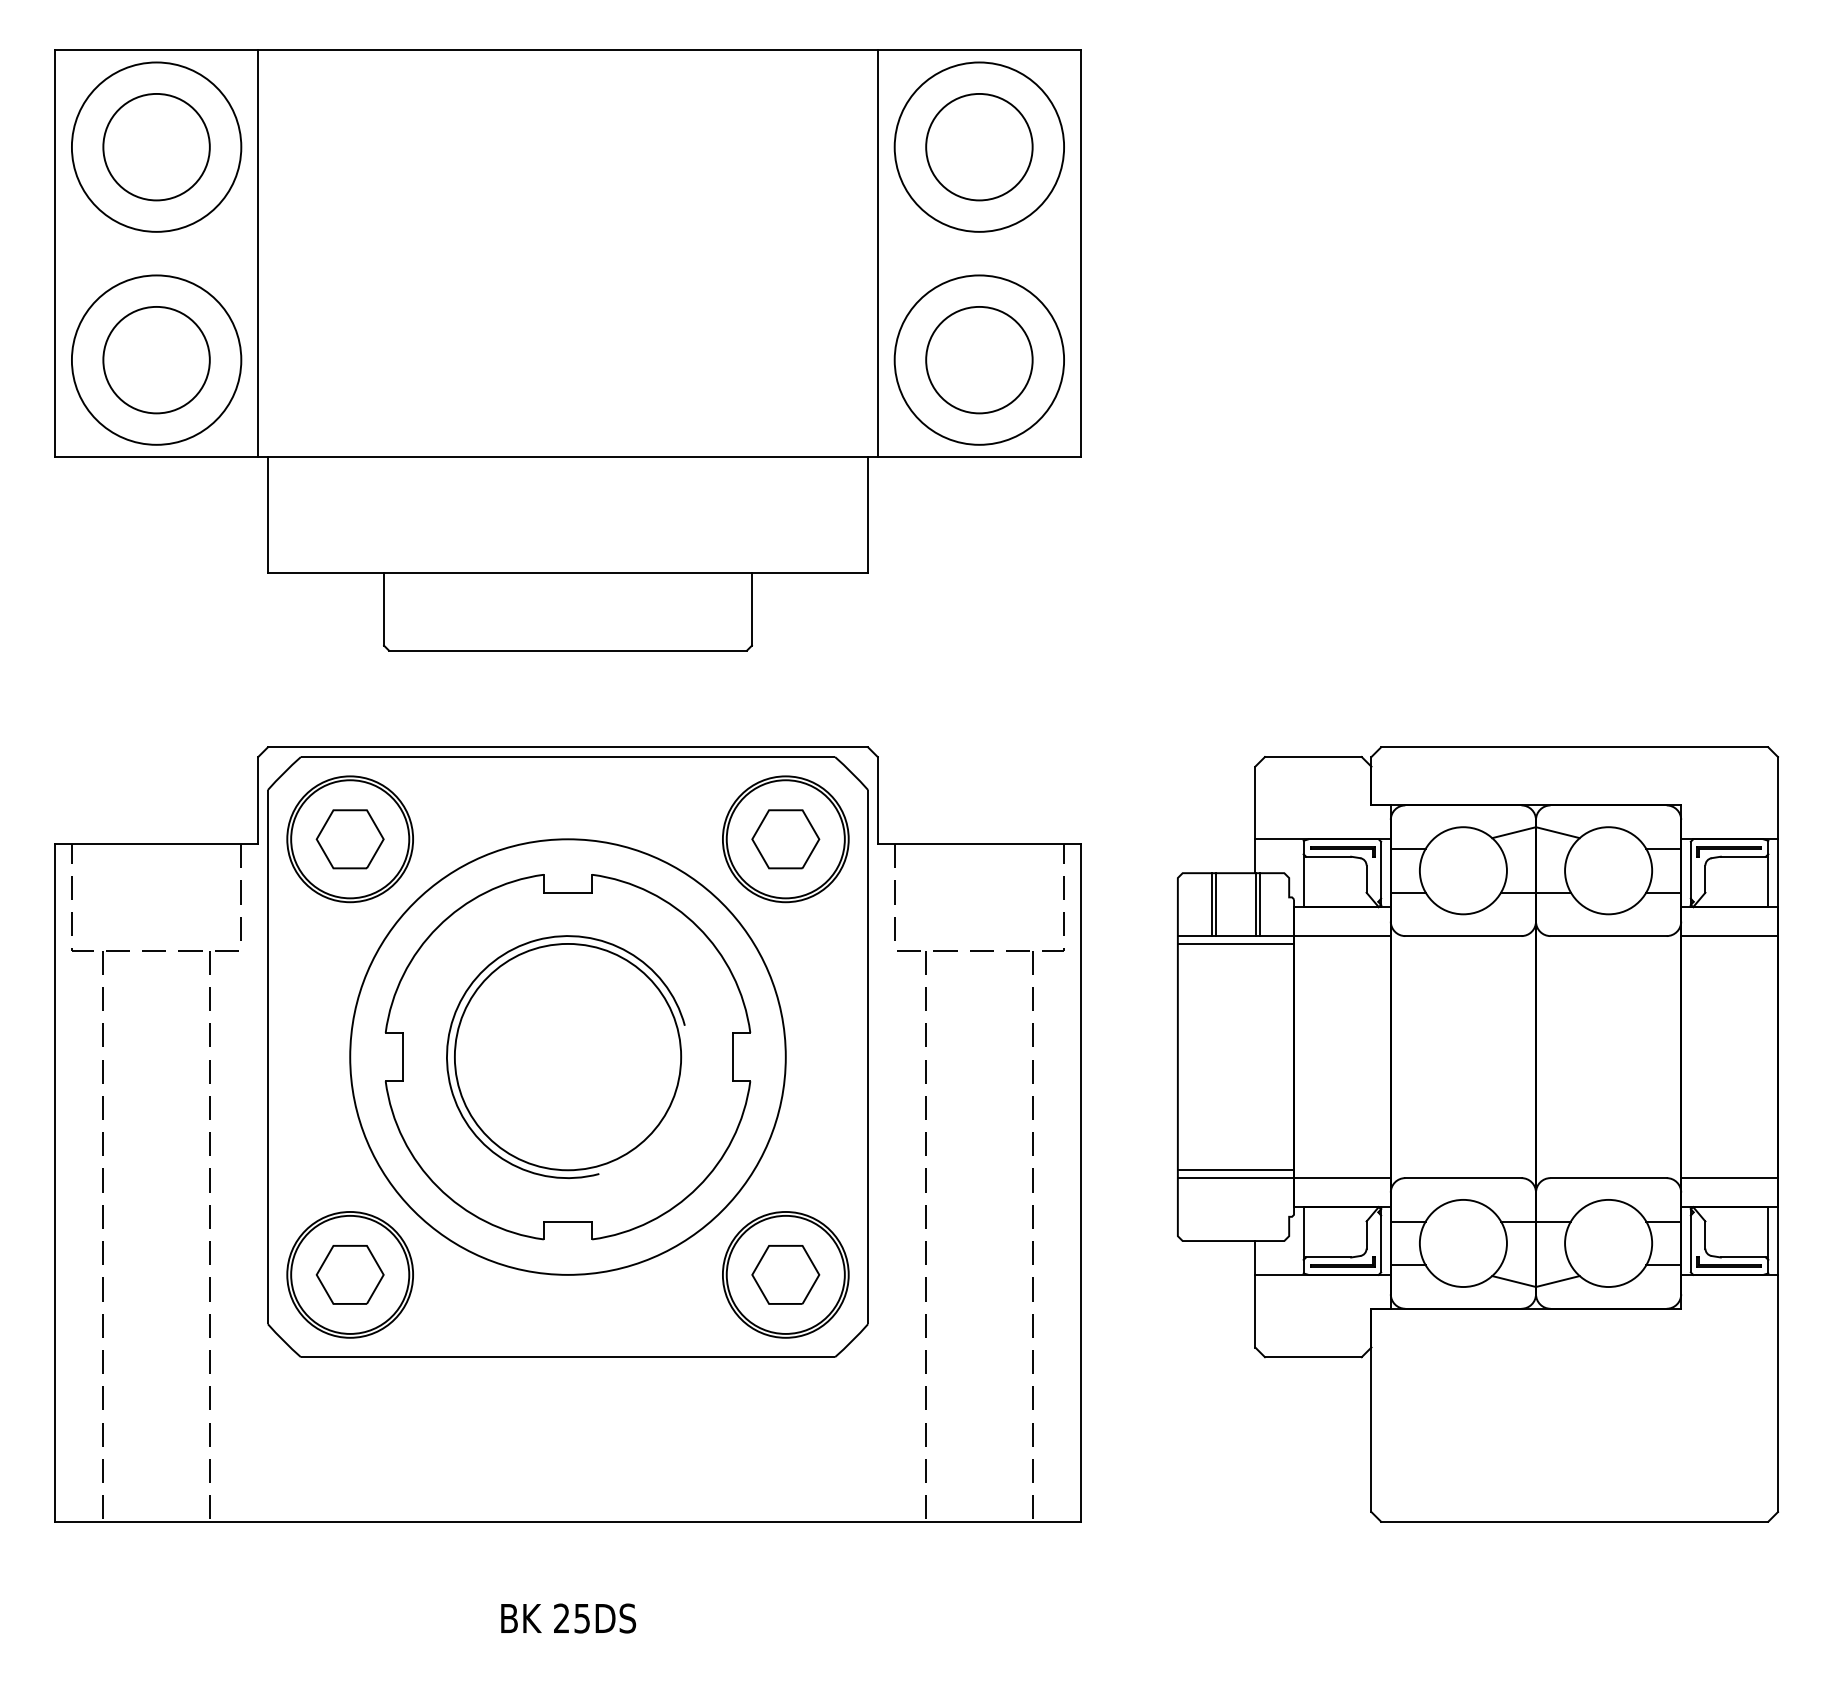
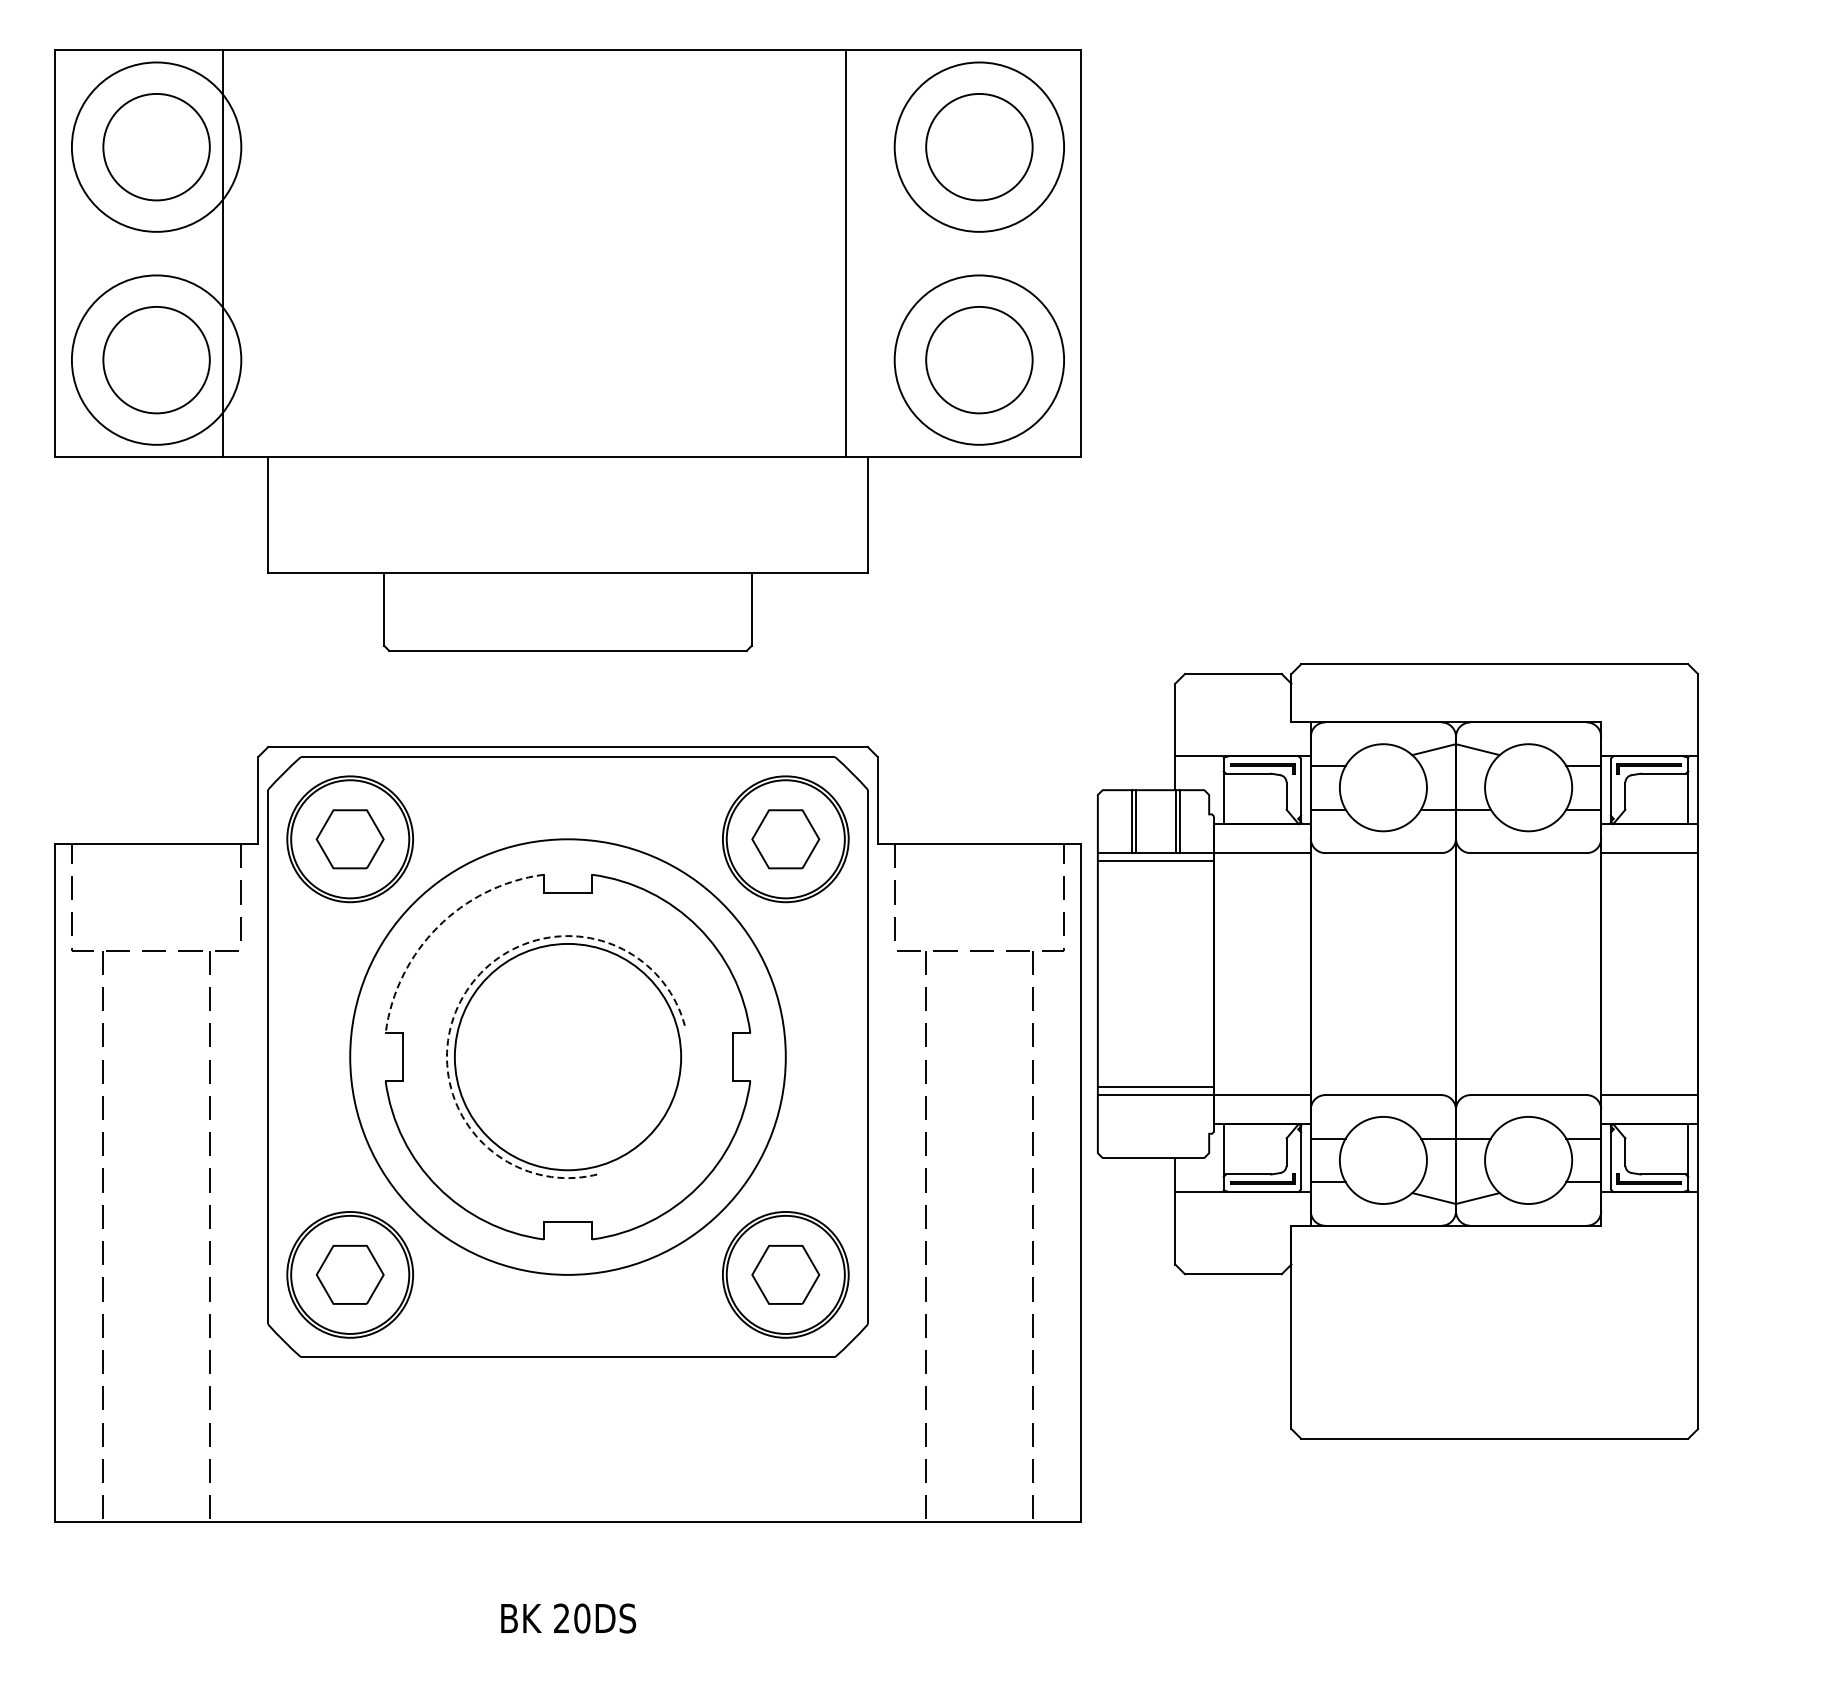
line at (258, 253) position: (258, 253) -> (223, 253)
line at (877, 253) position: (877, 253) -> (845, 253)
arc at (437, 927): solid -> dashed
arc at (463, 996): solid -> dashed
part at (1477, 1134) position: (1477, 1134) -> (1397, 1051)
text at (582, 1618): 25DS -> 20DS
